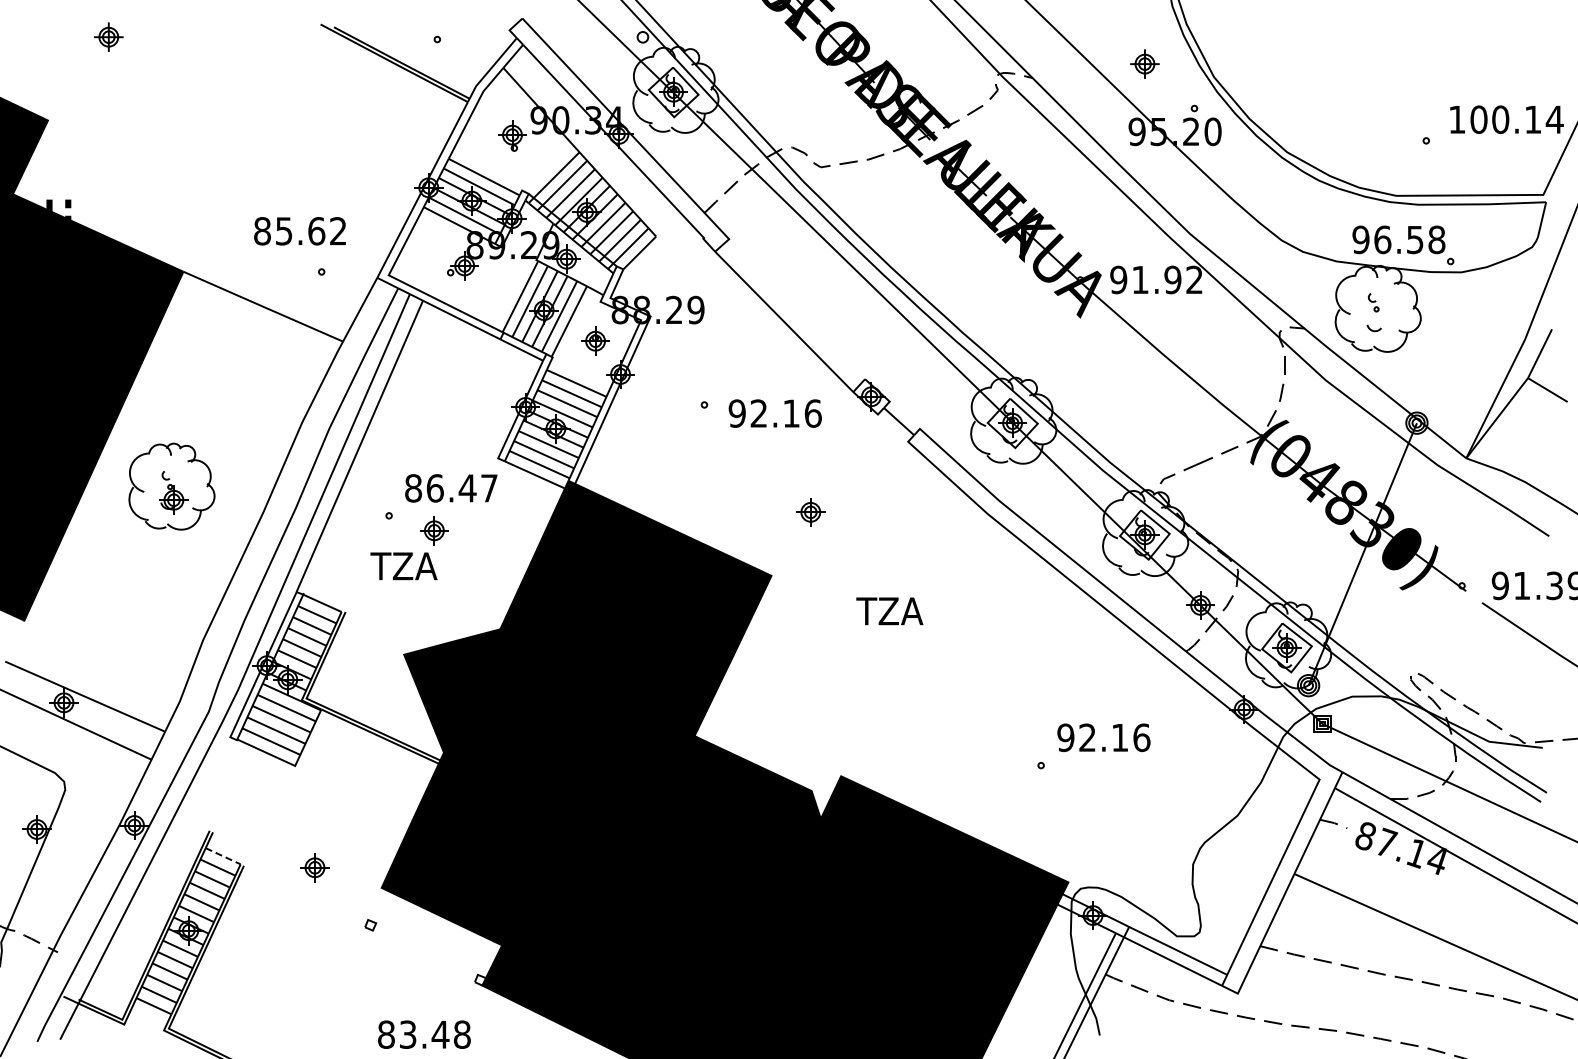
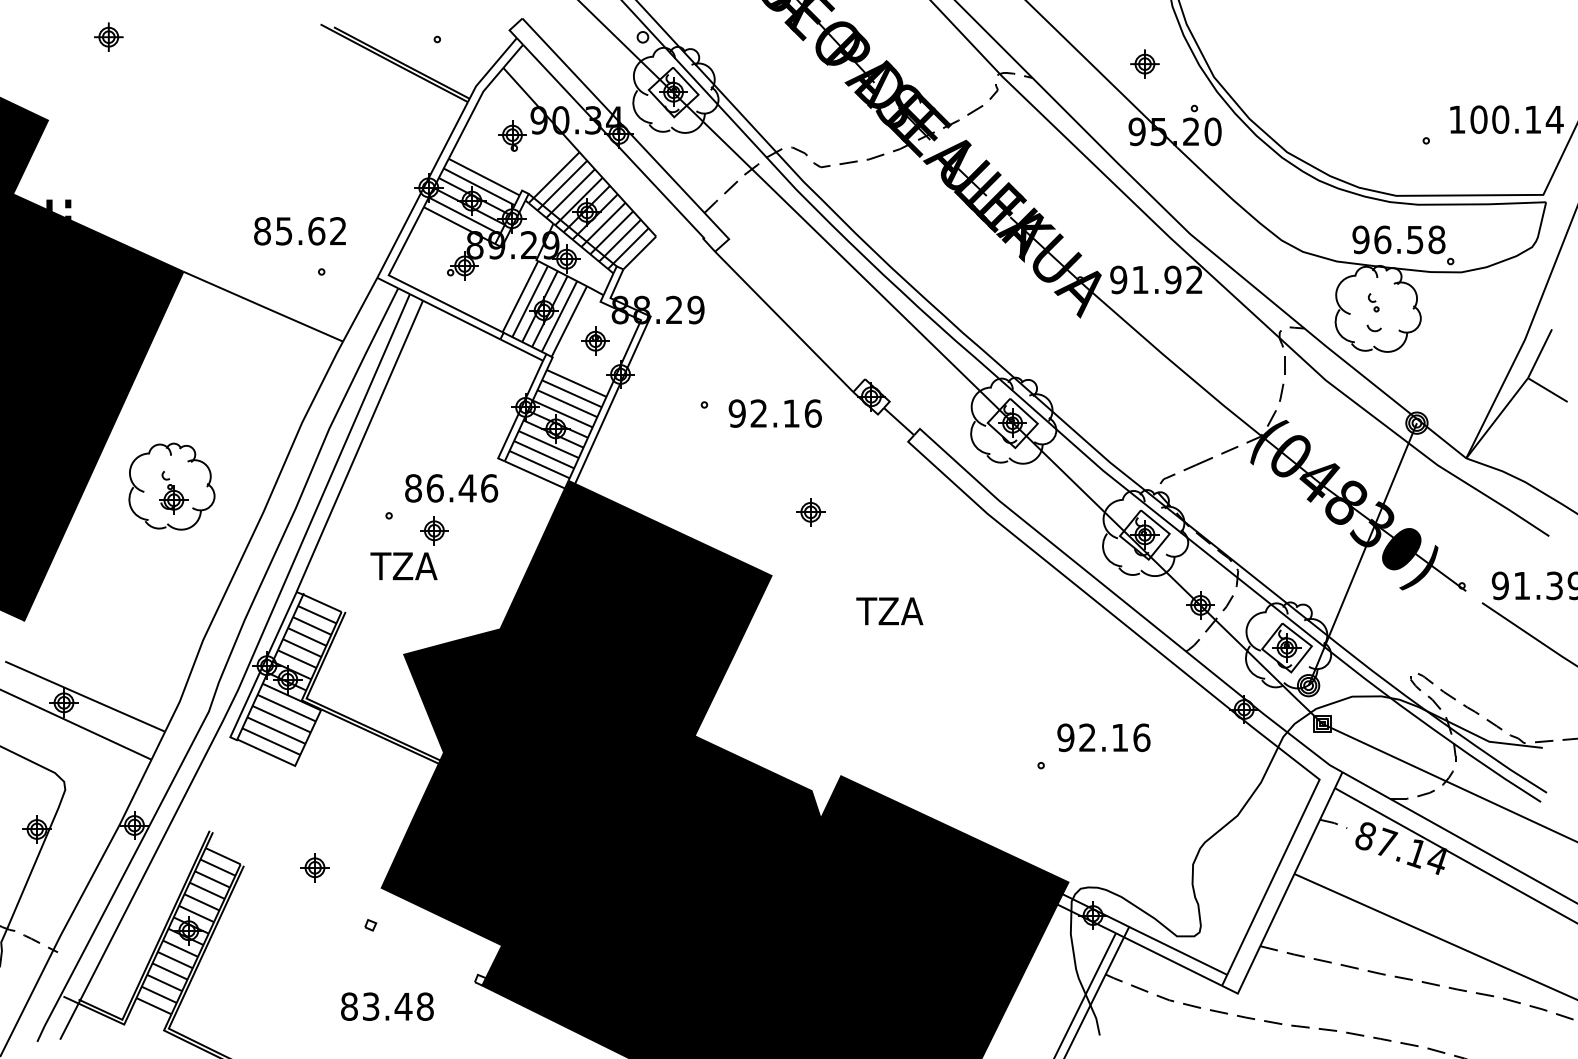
text at (489, 488): 86.47 -> 86.46
line at (223, 856): dashed -> solid
text at (424, 1034) position: (424, 1034) -> (387, 1006)
